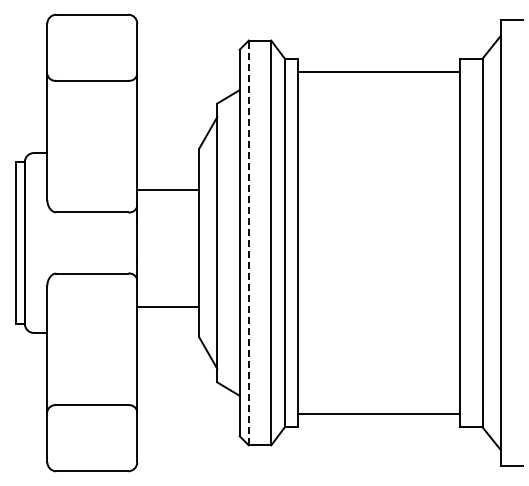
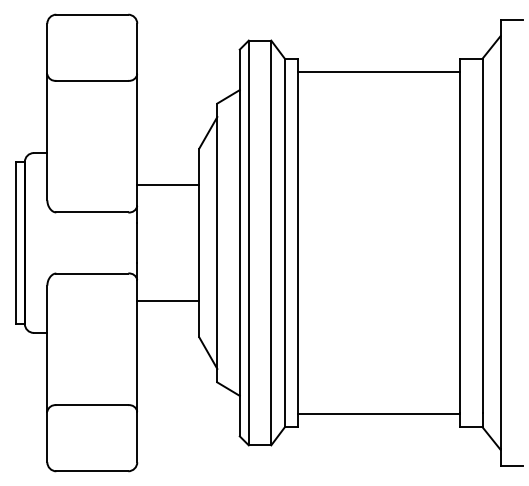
line at (168, 189) position: (168, 189) -> (168, 184)
line at (248, 242): dashed -> solid
line at (168, 307) position: (168, 307) -> (168, 301)
